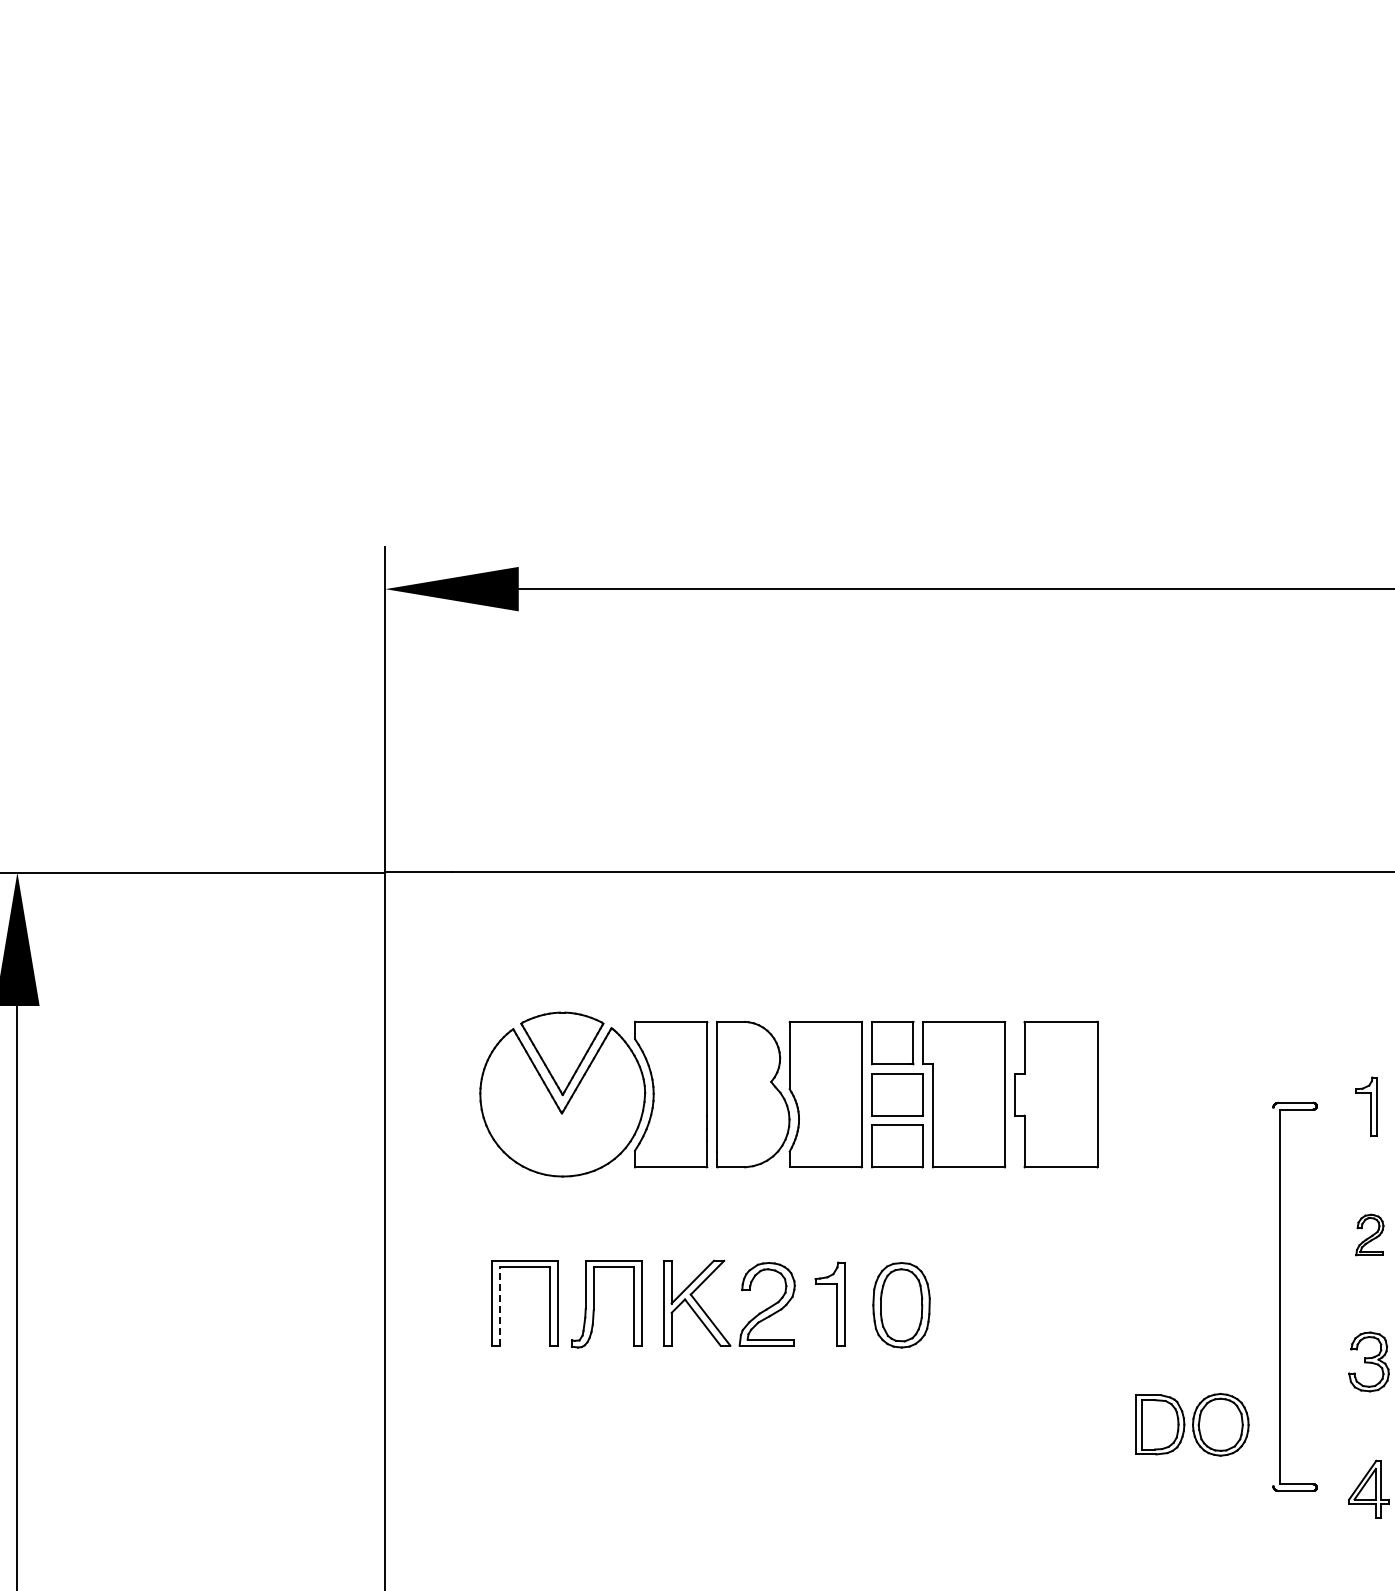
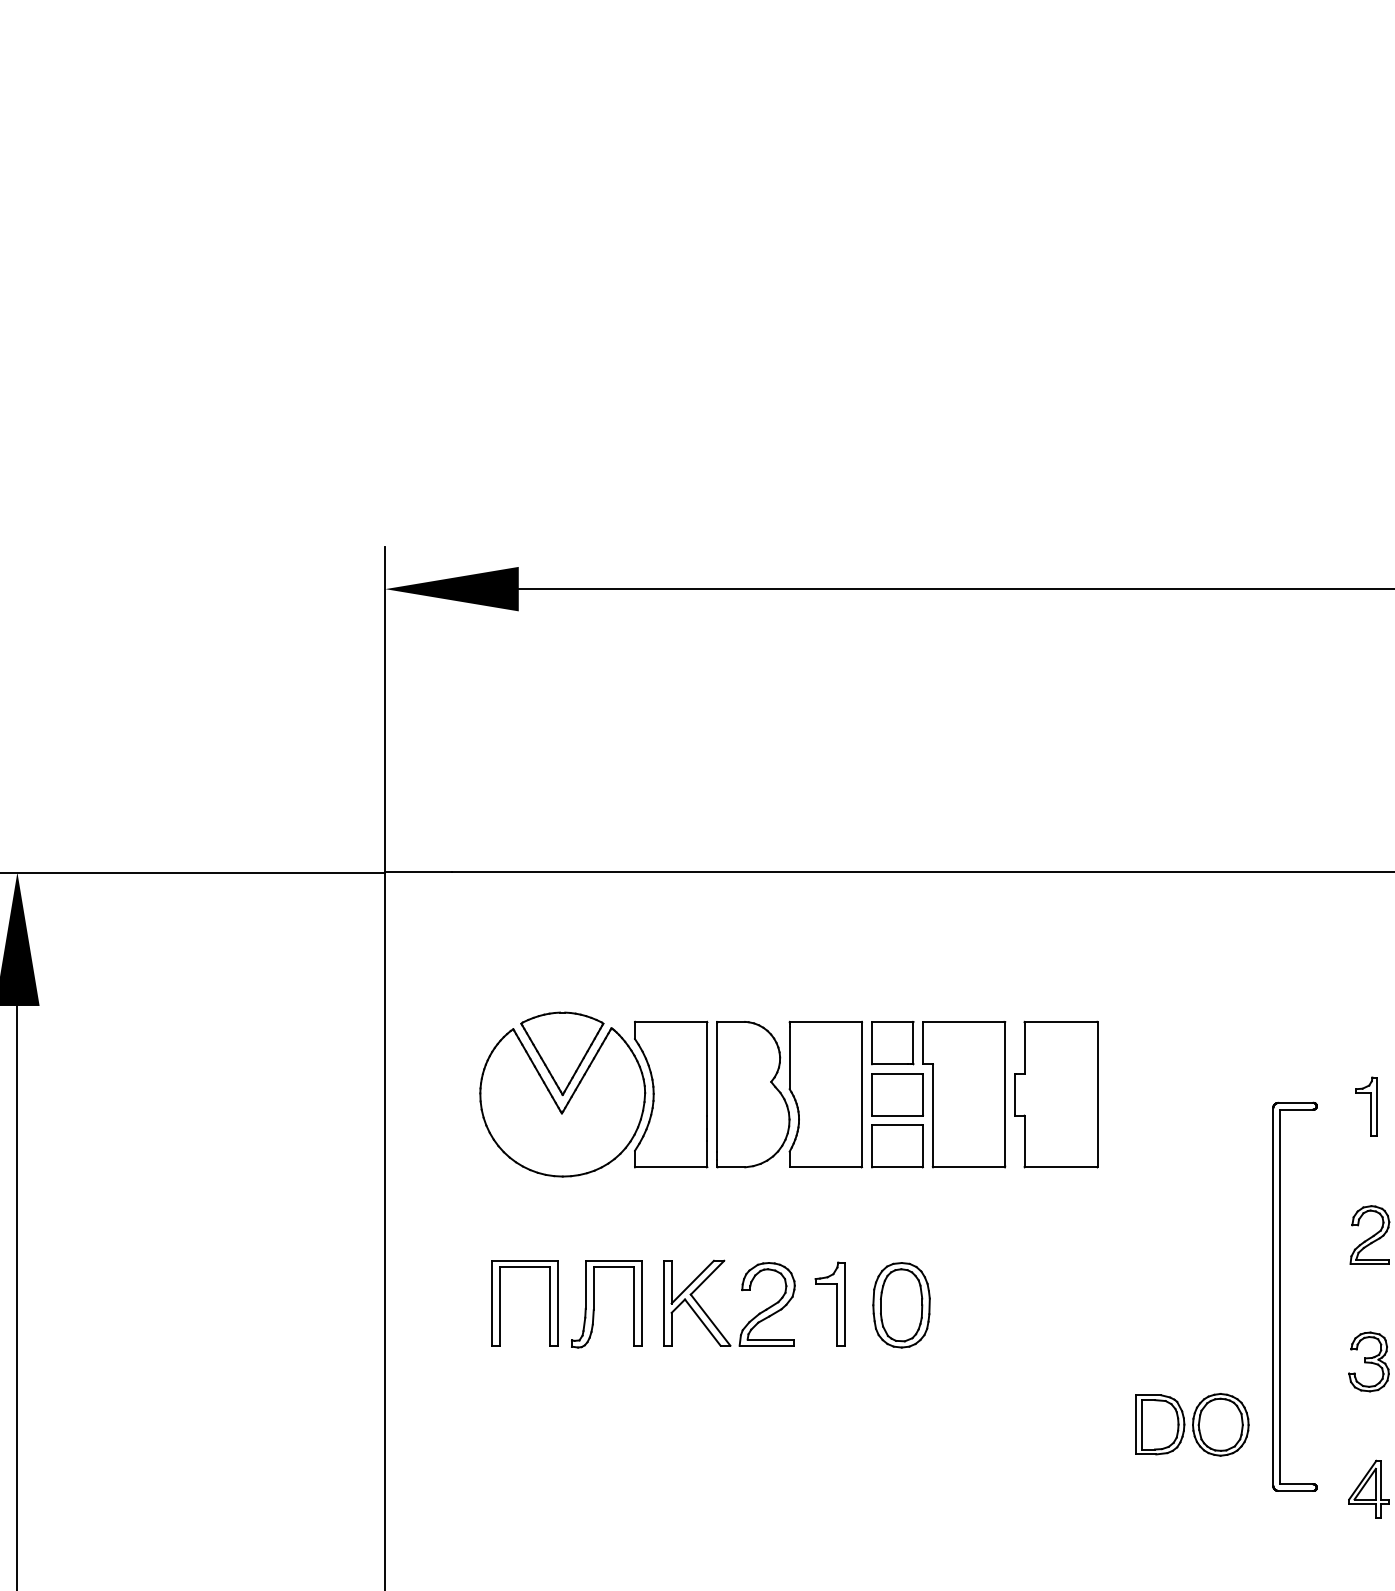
part at (1369, 1234) size: 30x44 px -> 42x60 px
line at (1273, 1296): none -> present
line at (499, 1306): dashed -> solid
